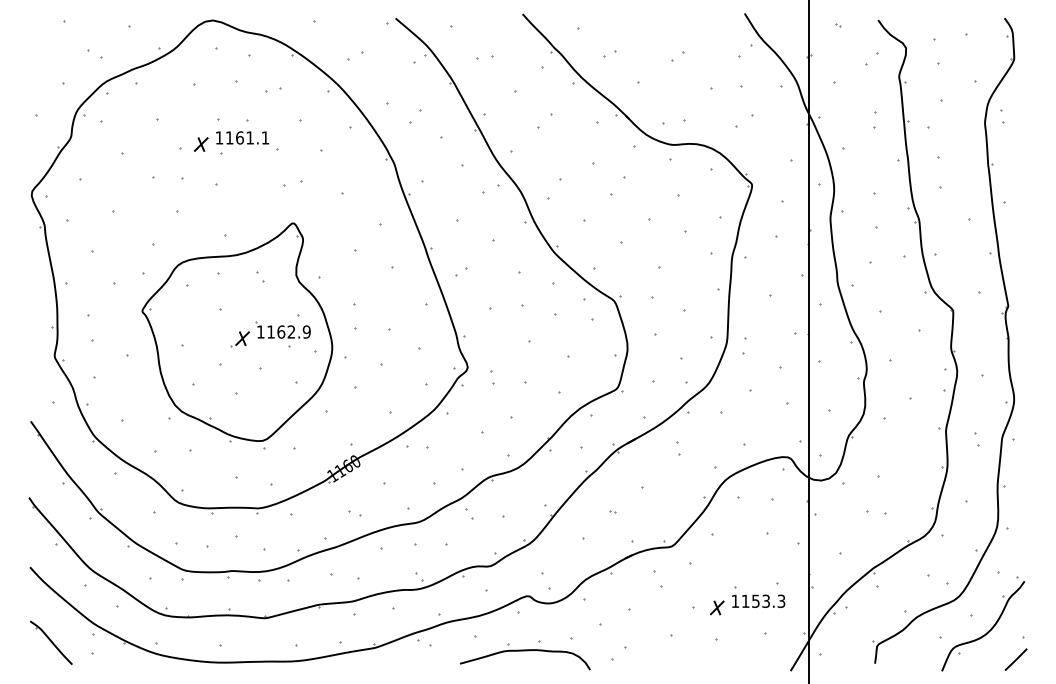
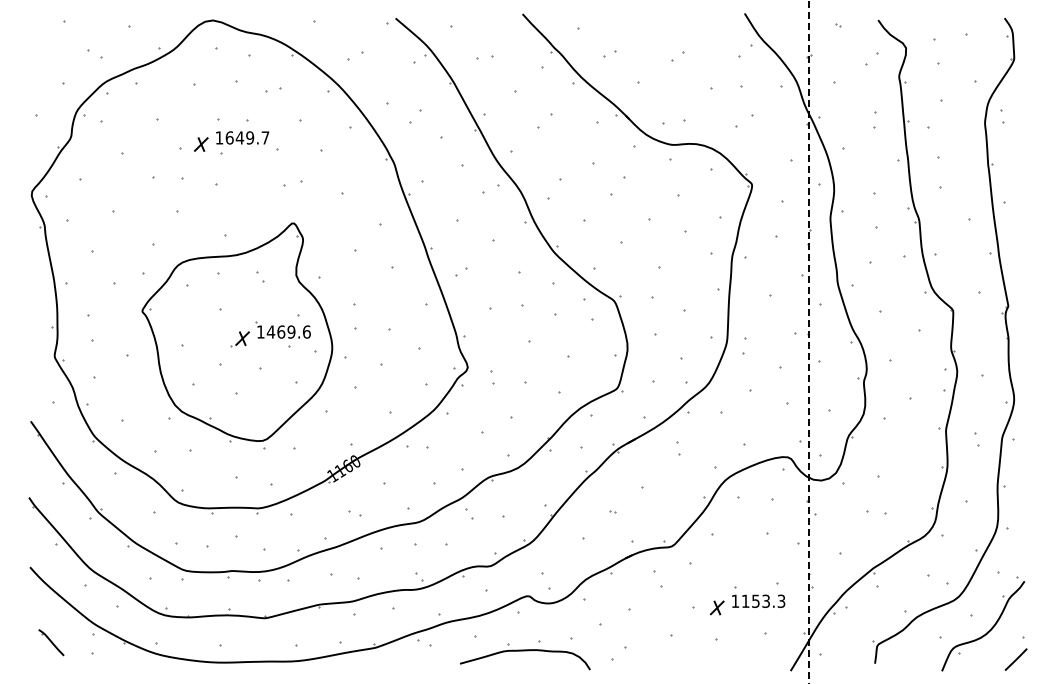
text at (247, 137): 1161.1 -> 1649.7
text at (288, 331): 1162.9 -> 1469.6
line at (809, 341): solid -> dashed
part at (51, 642) size: 43x45 px -> 27x28 px
